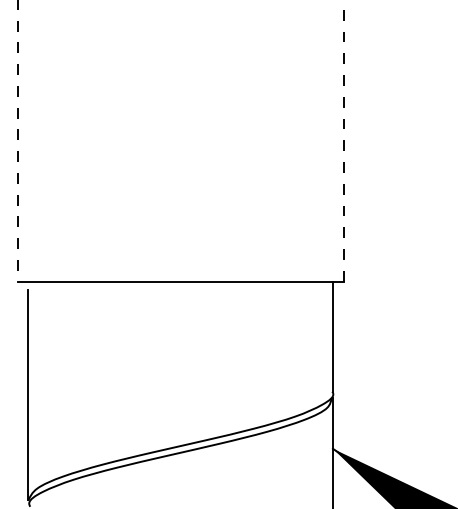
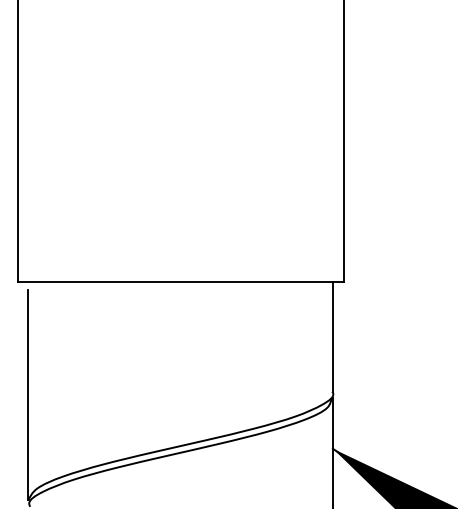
line at (17, 141): dashed -> solid
line at (343, 141): dashed -> solid
